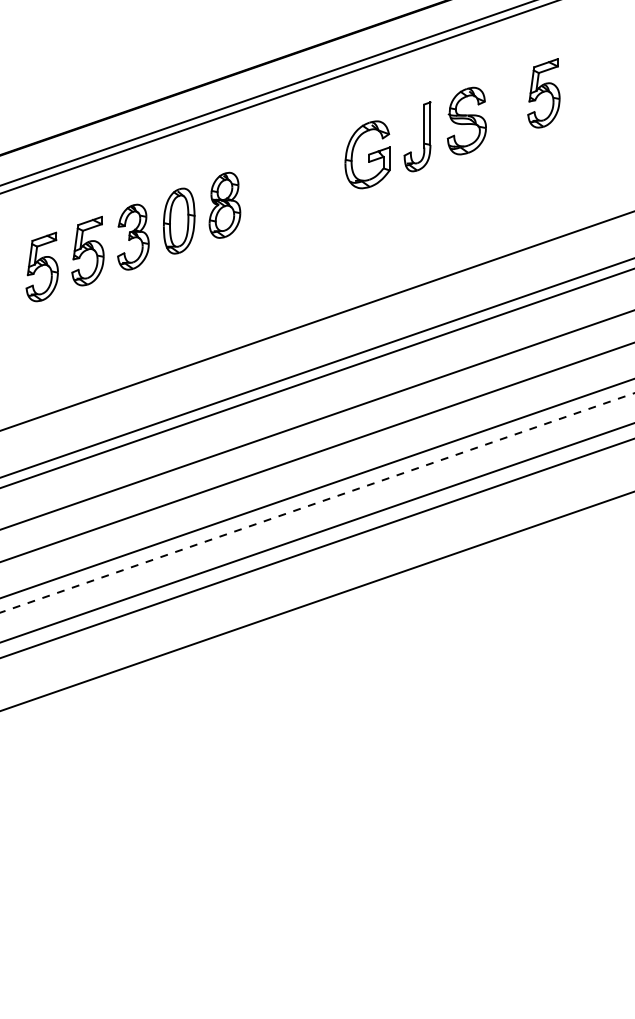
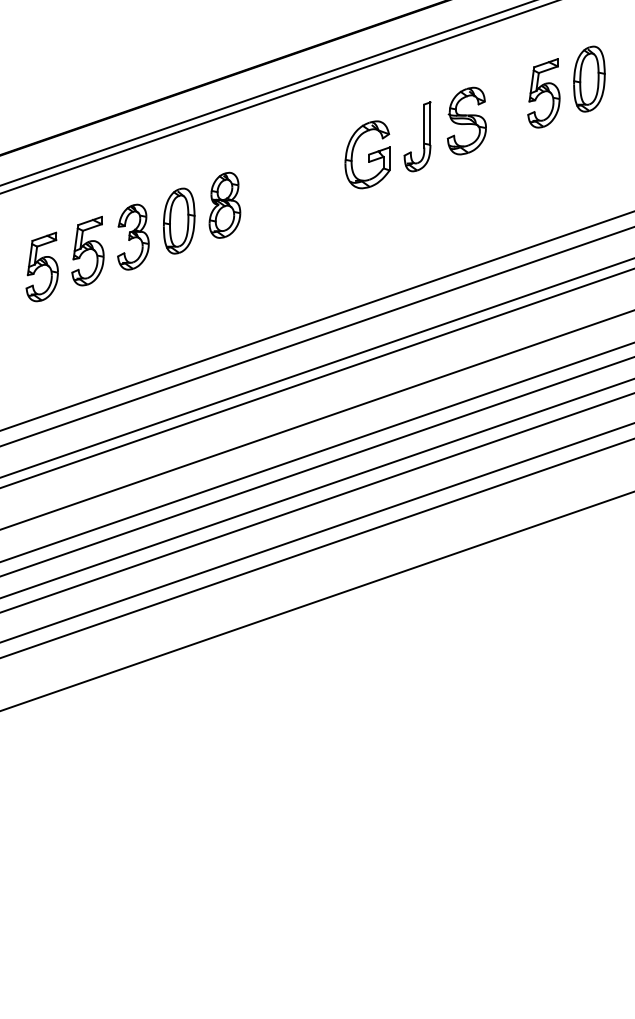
part at (589, 78): none -> present
line at (316, 336): none -> present
line at (316, 466): none -> present
line at (316, 503): dashed -> solid
